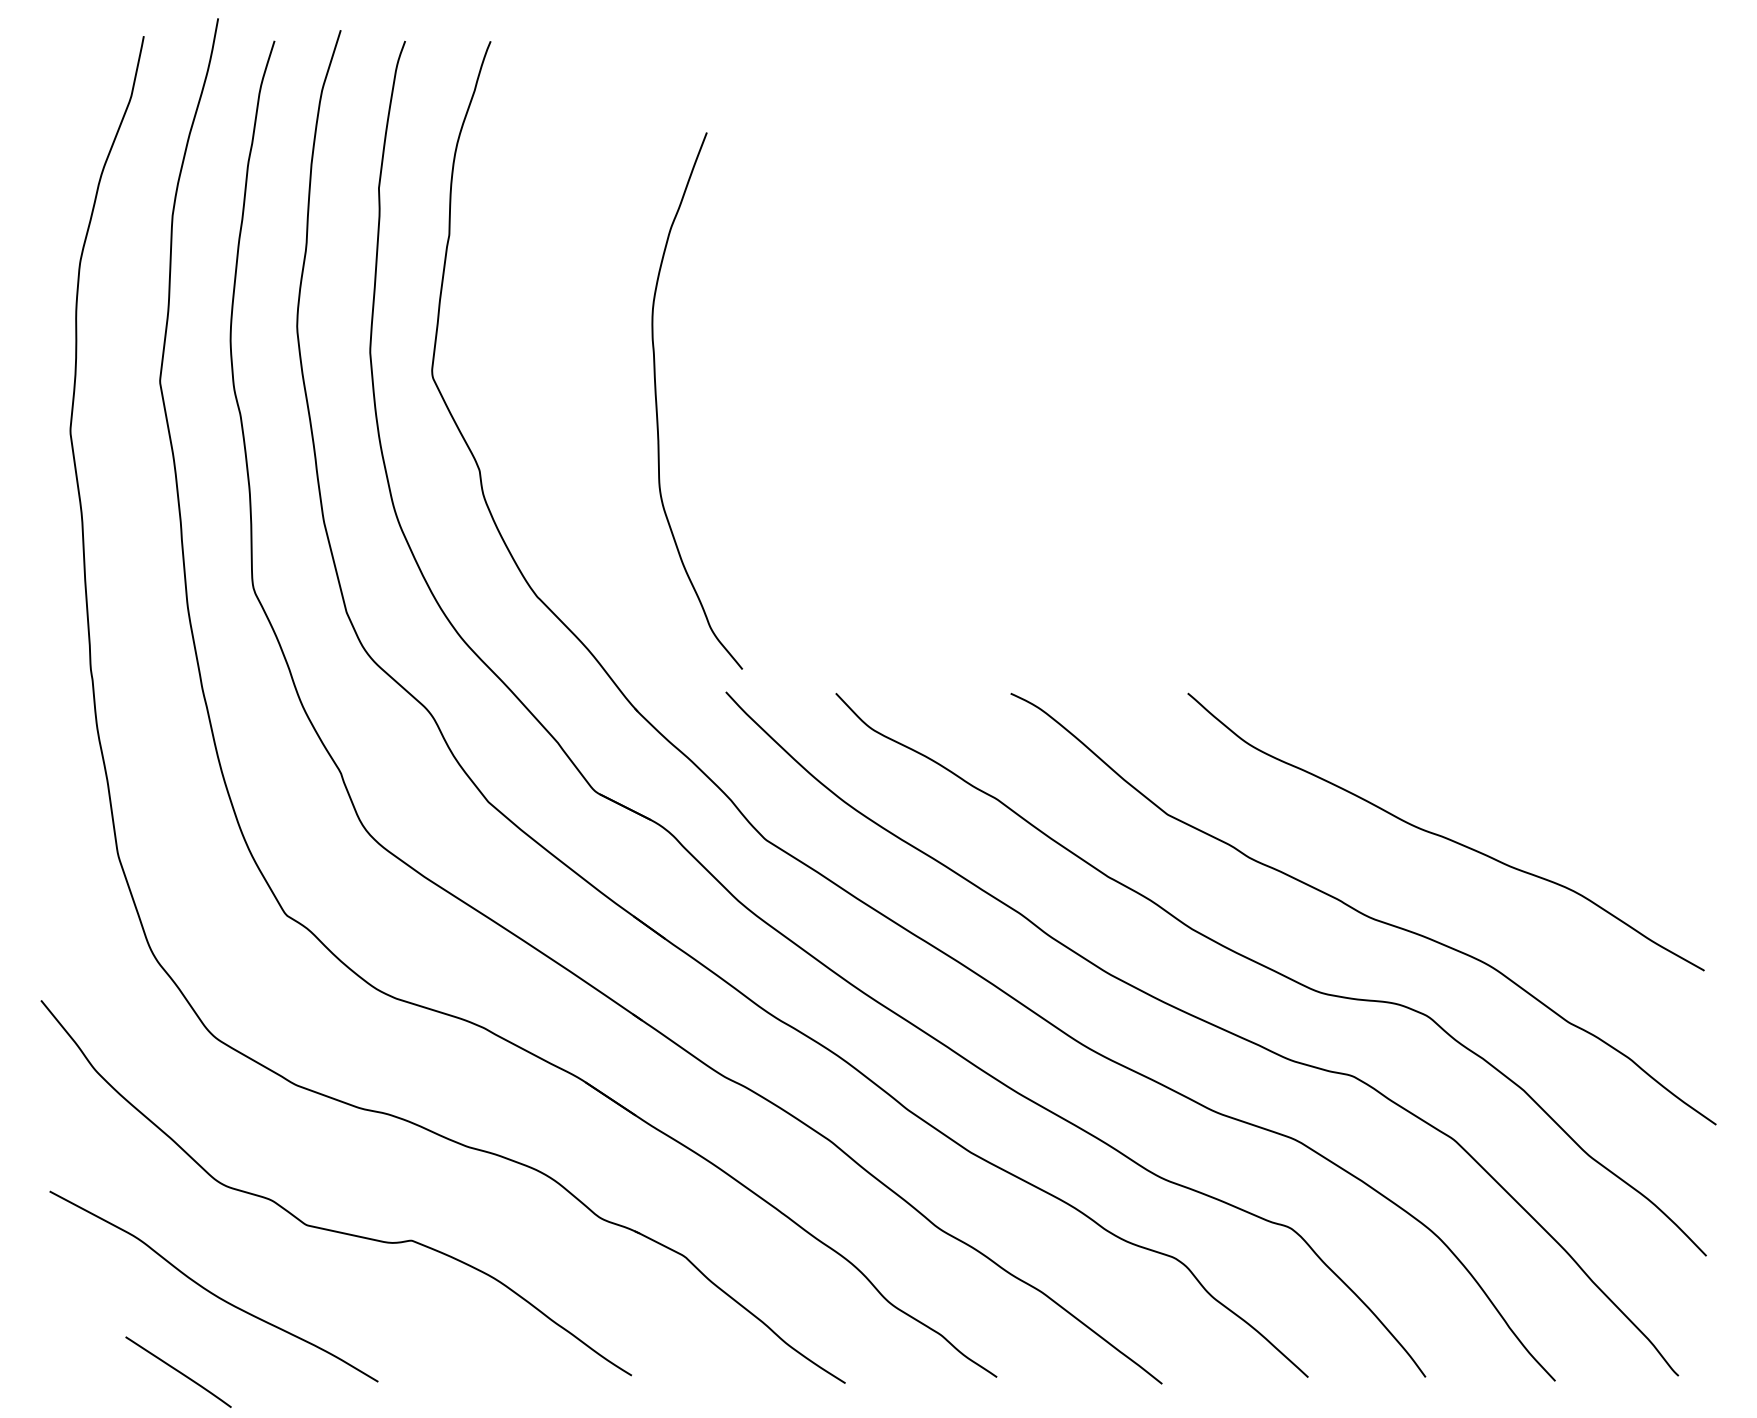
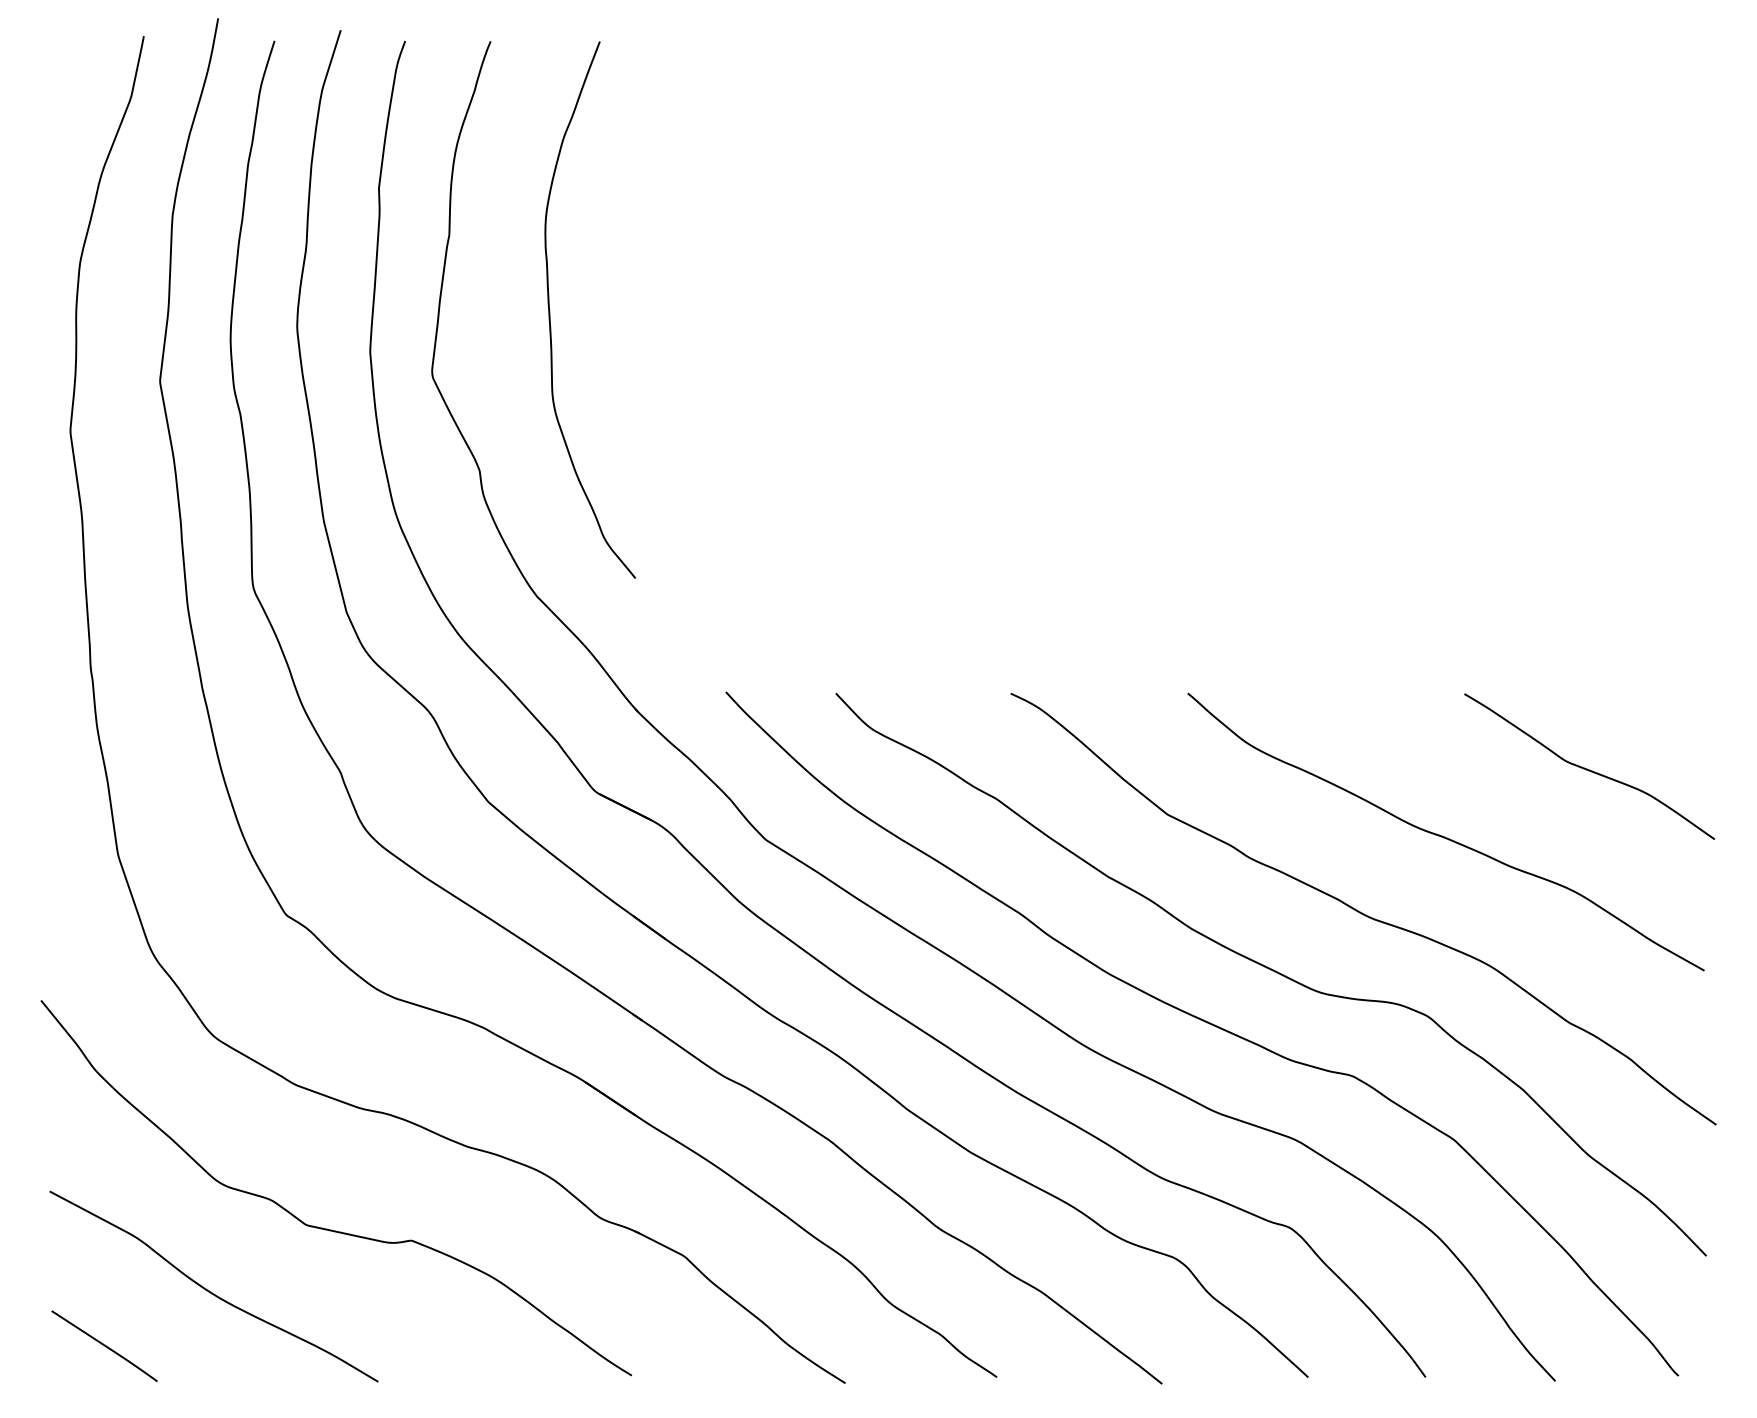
curve at (657, 401) position: (657, 401) -> (550, 310)
curve at (1587, 768): none -> present
line at (178, 1371) position: (178, 1371) -> (104, 1345)
